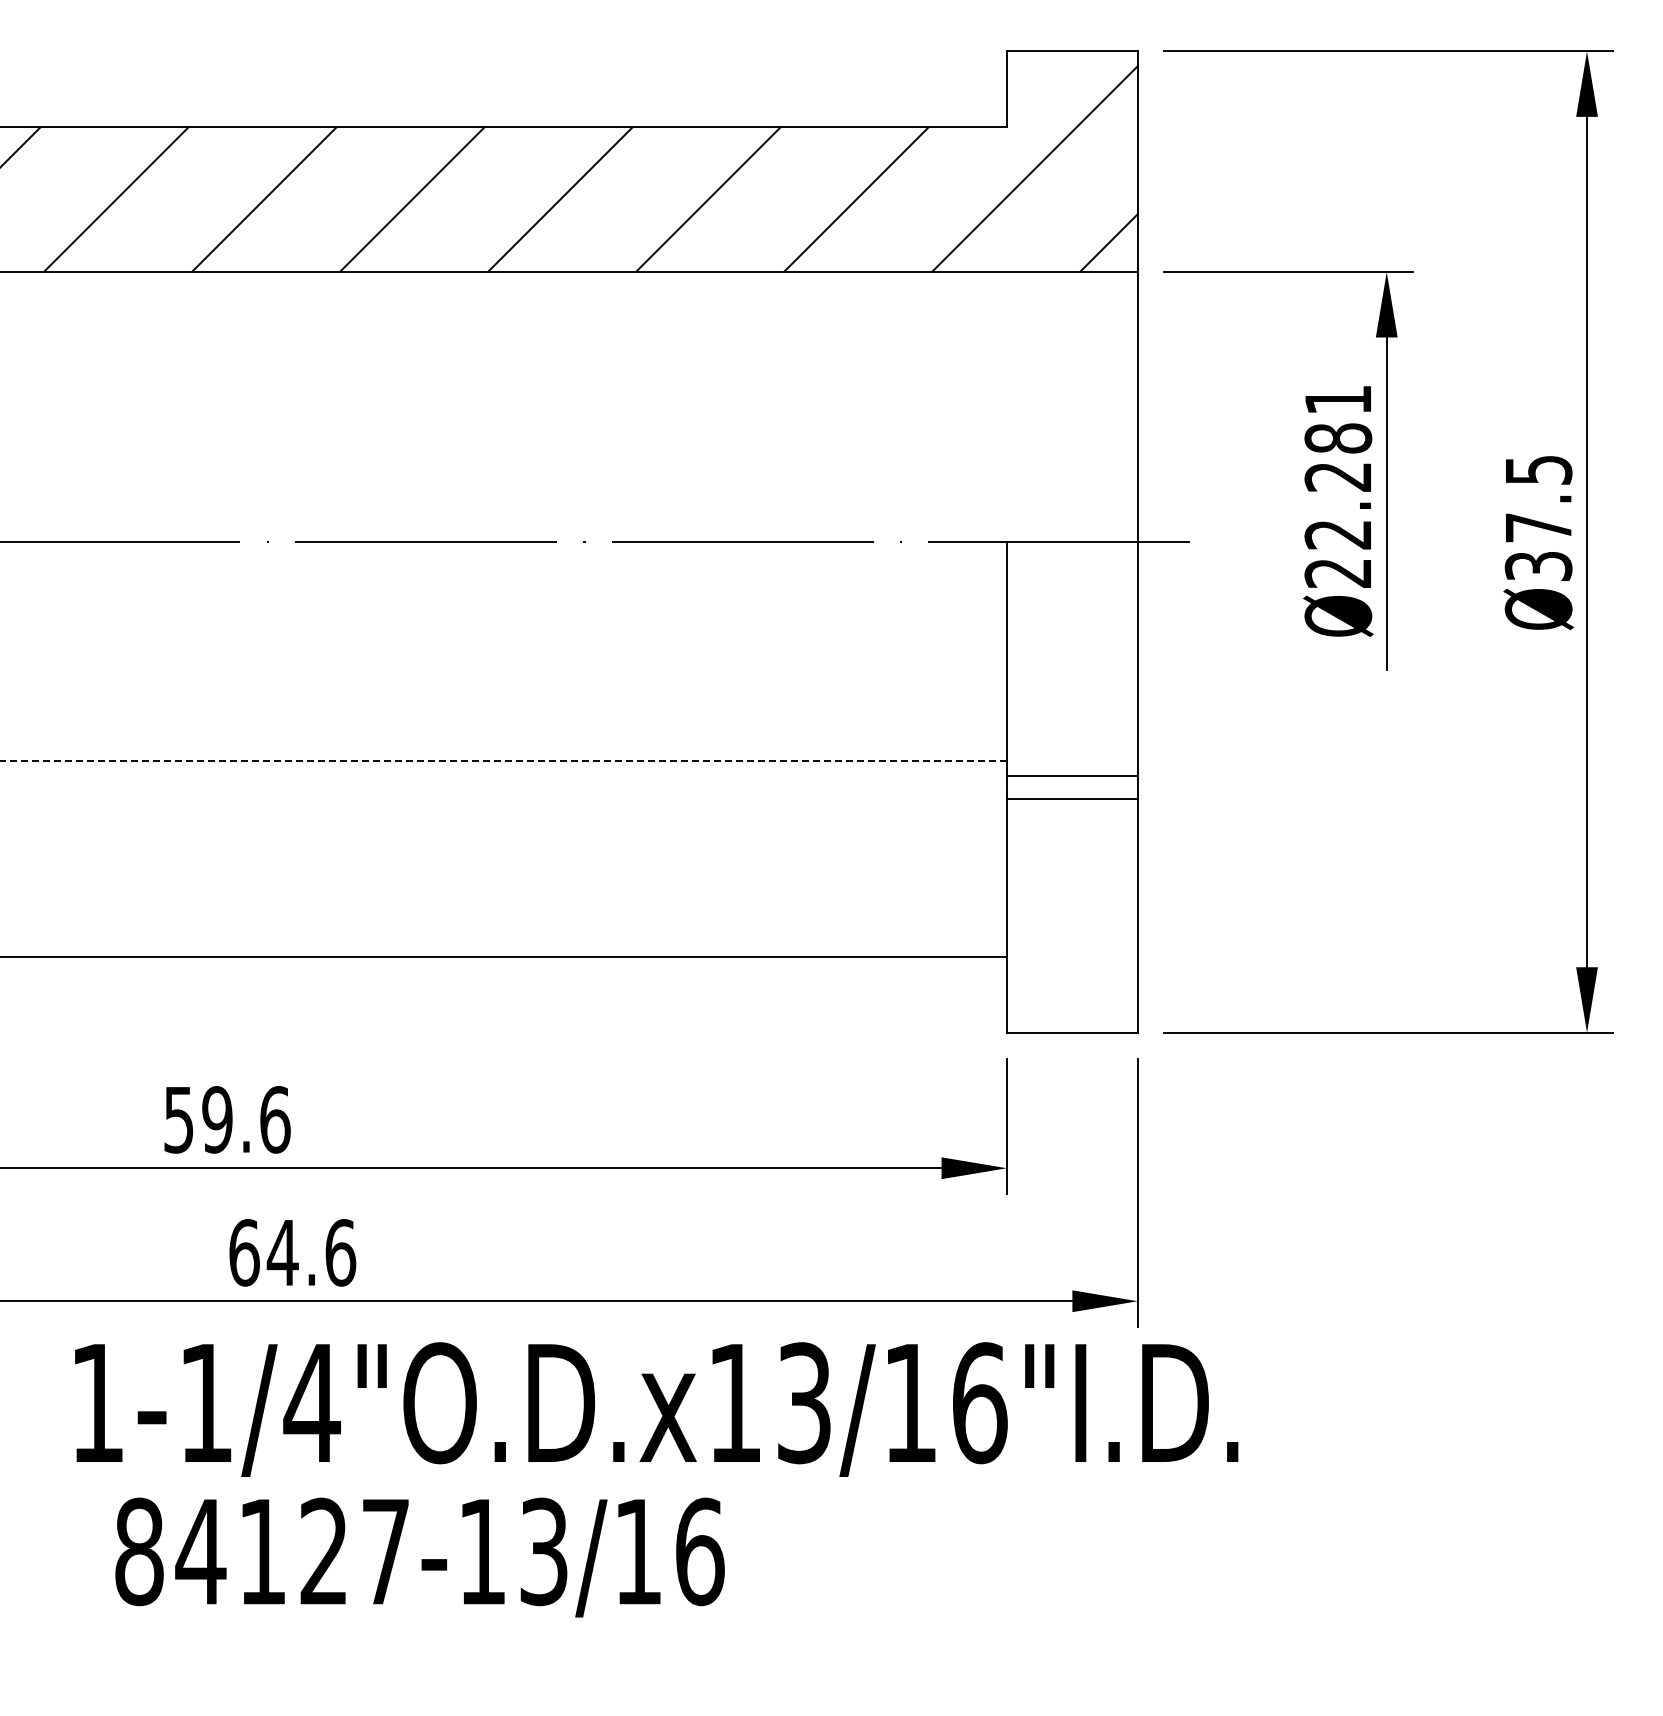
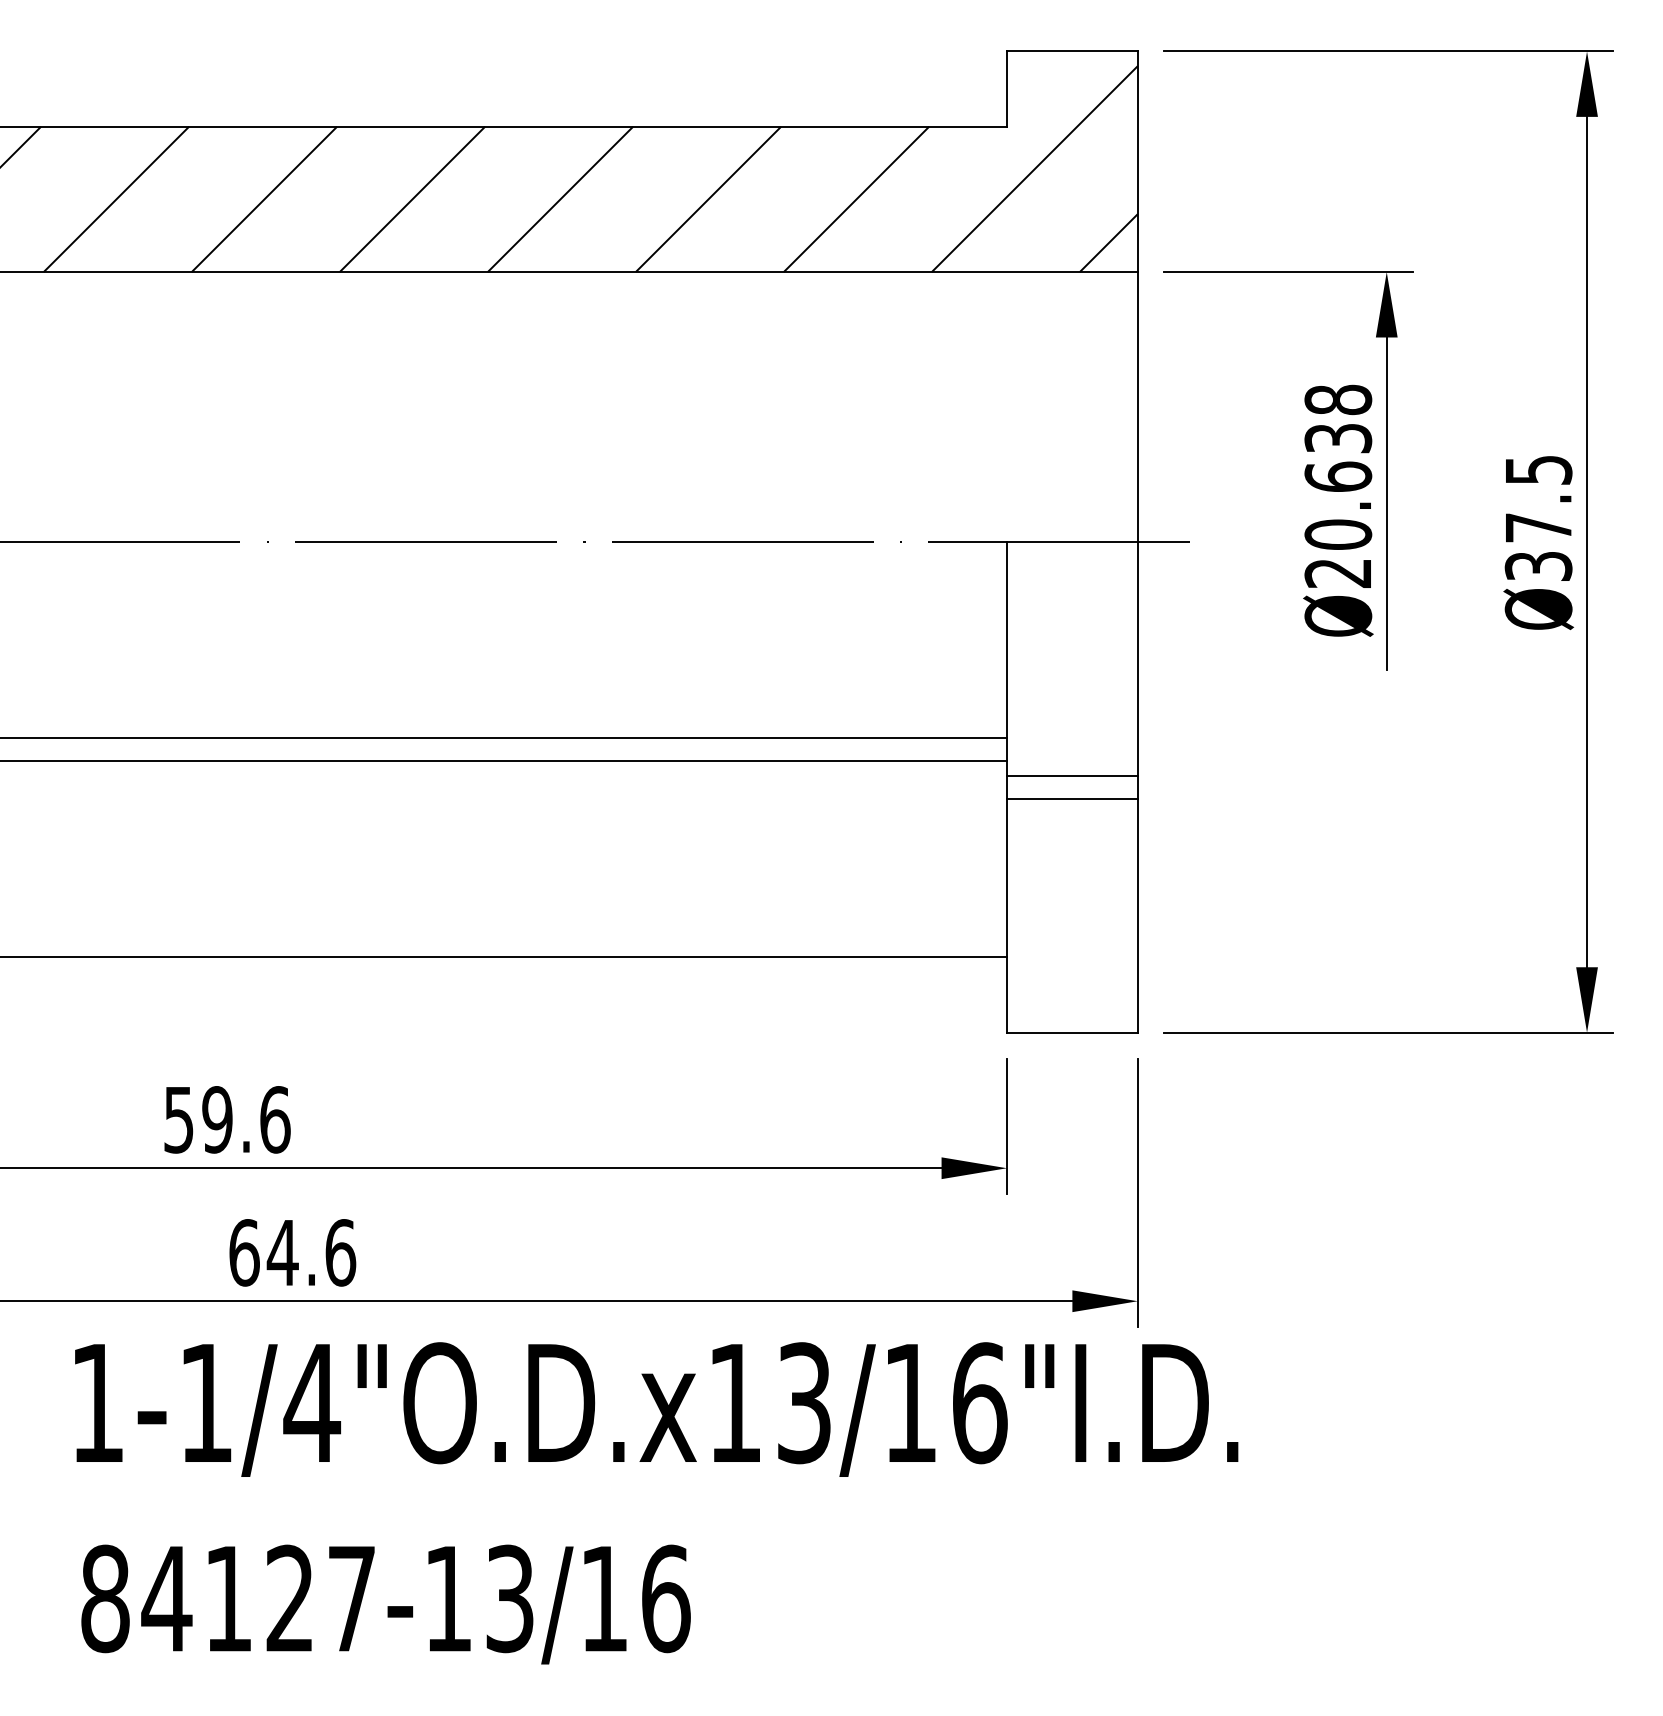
text at (1338, 466): Ø22.281 -> Ø20.638
line at (504, 738): none -> present
line at (503, 760): dashed -> solid
text at (419, 1557) position: (419, 1557) -> (385, 1604)
